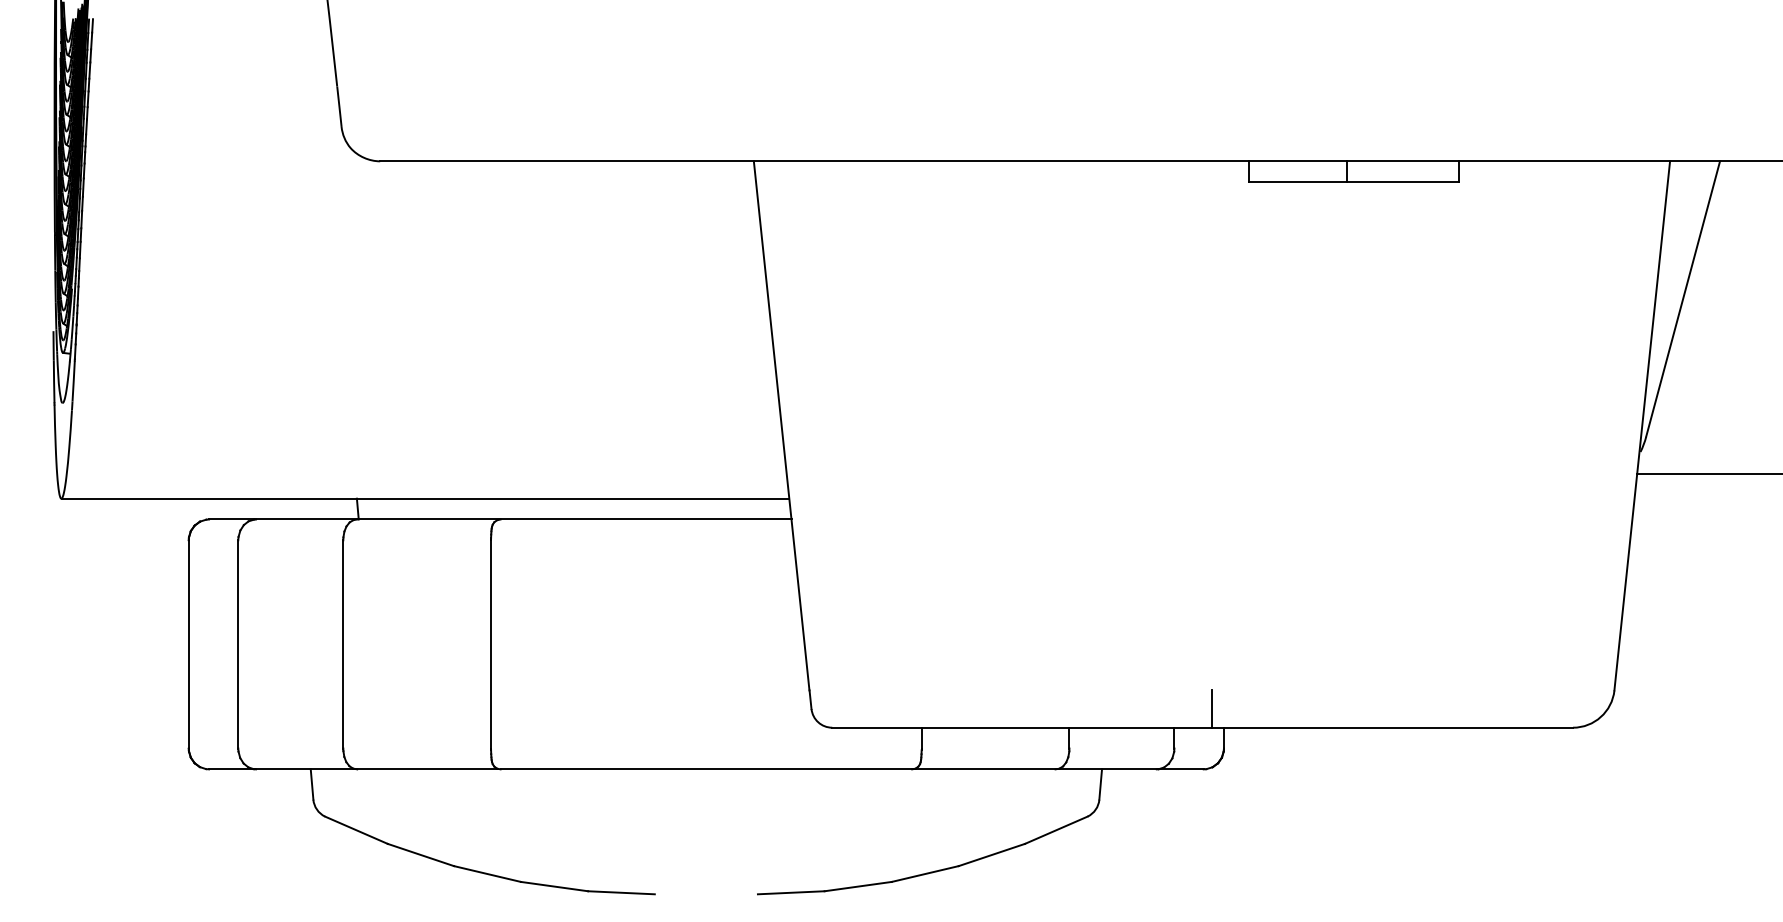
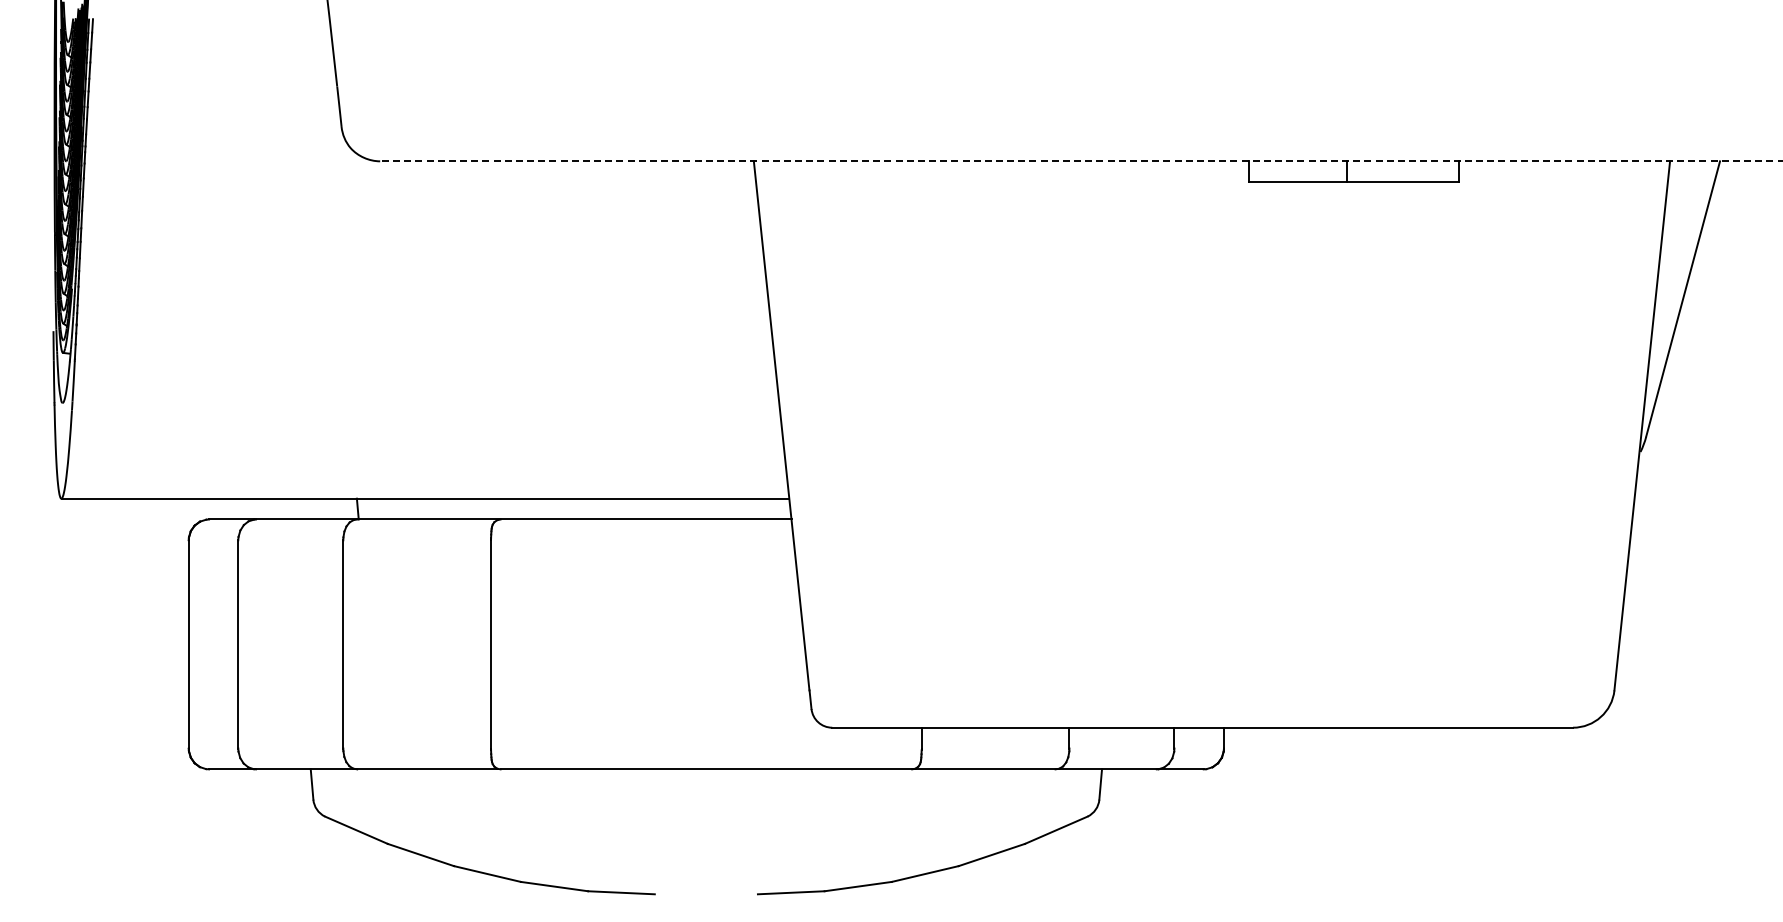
line at (1080, 161): solid -> dashed
line at (1708, 473): present -> none
line at (1211, 708): present -> none
